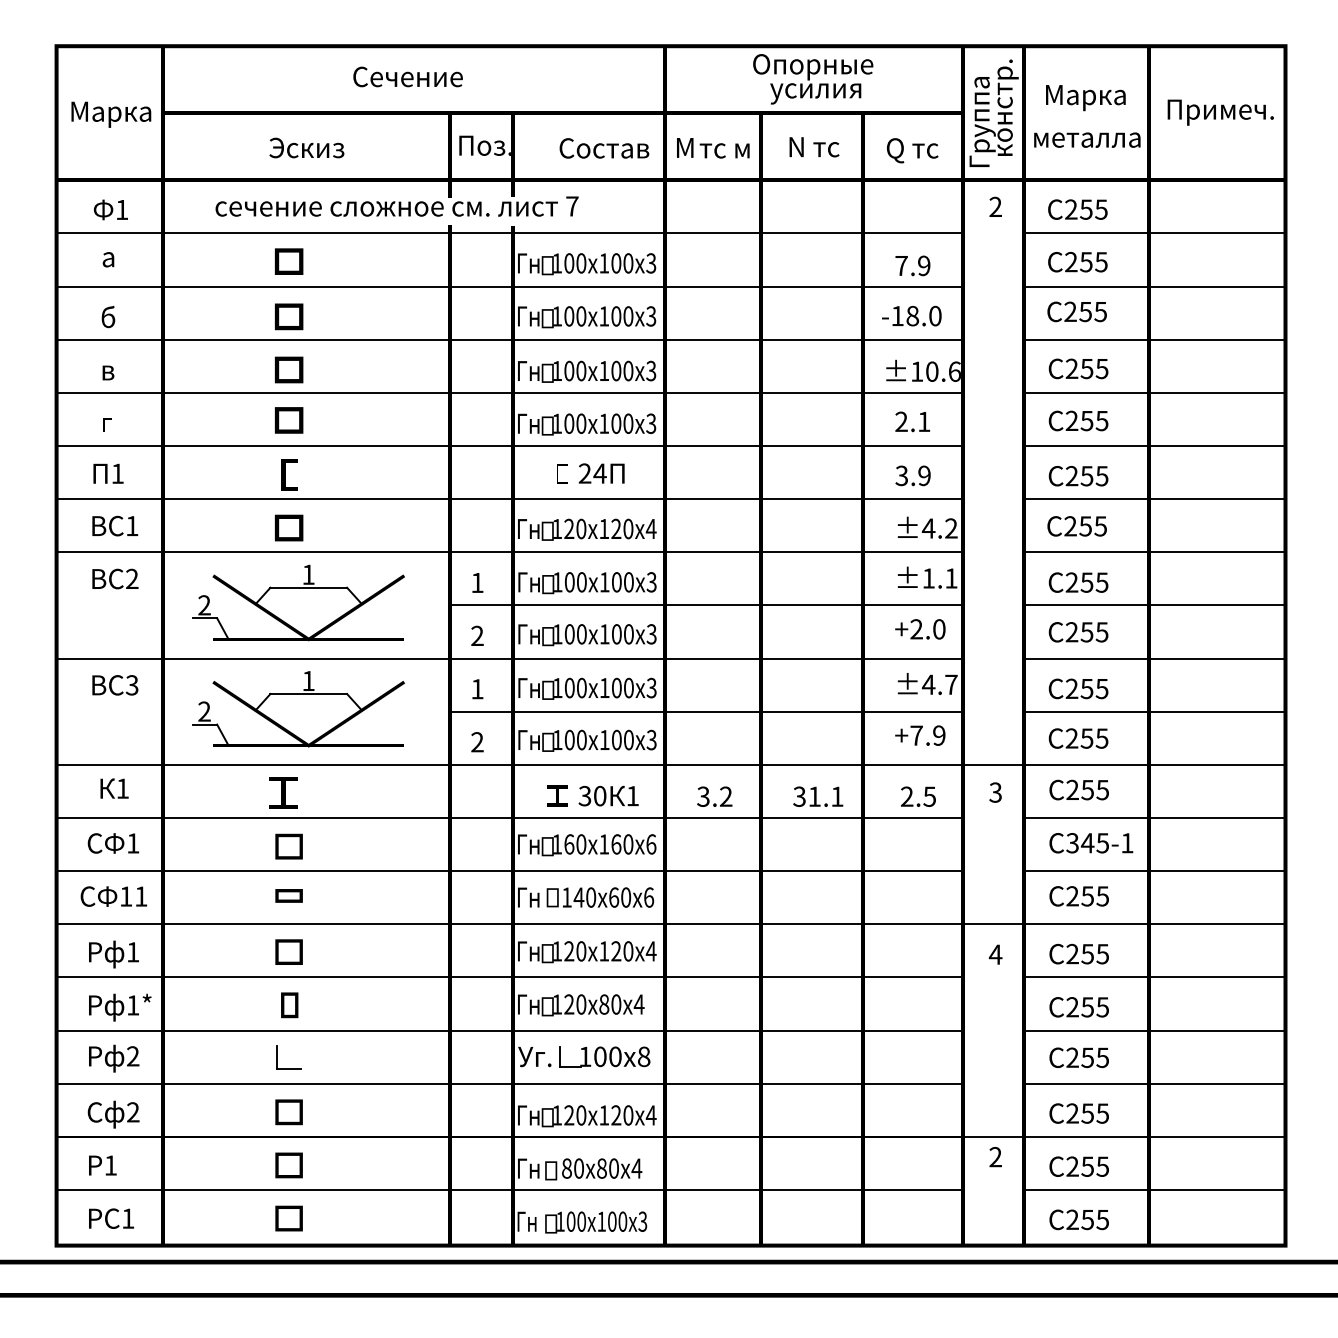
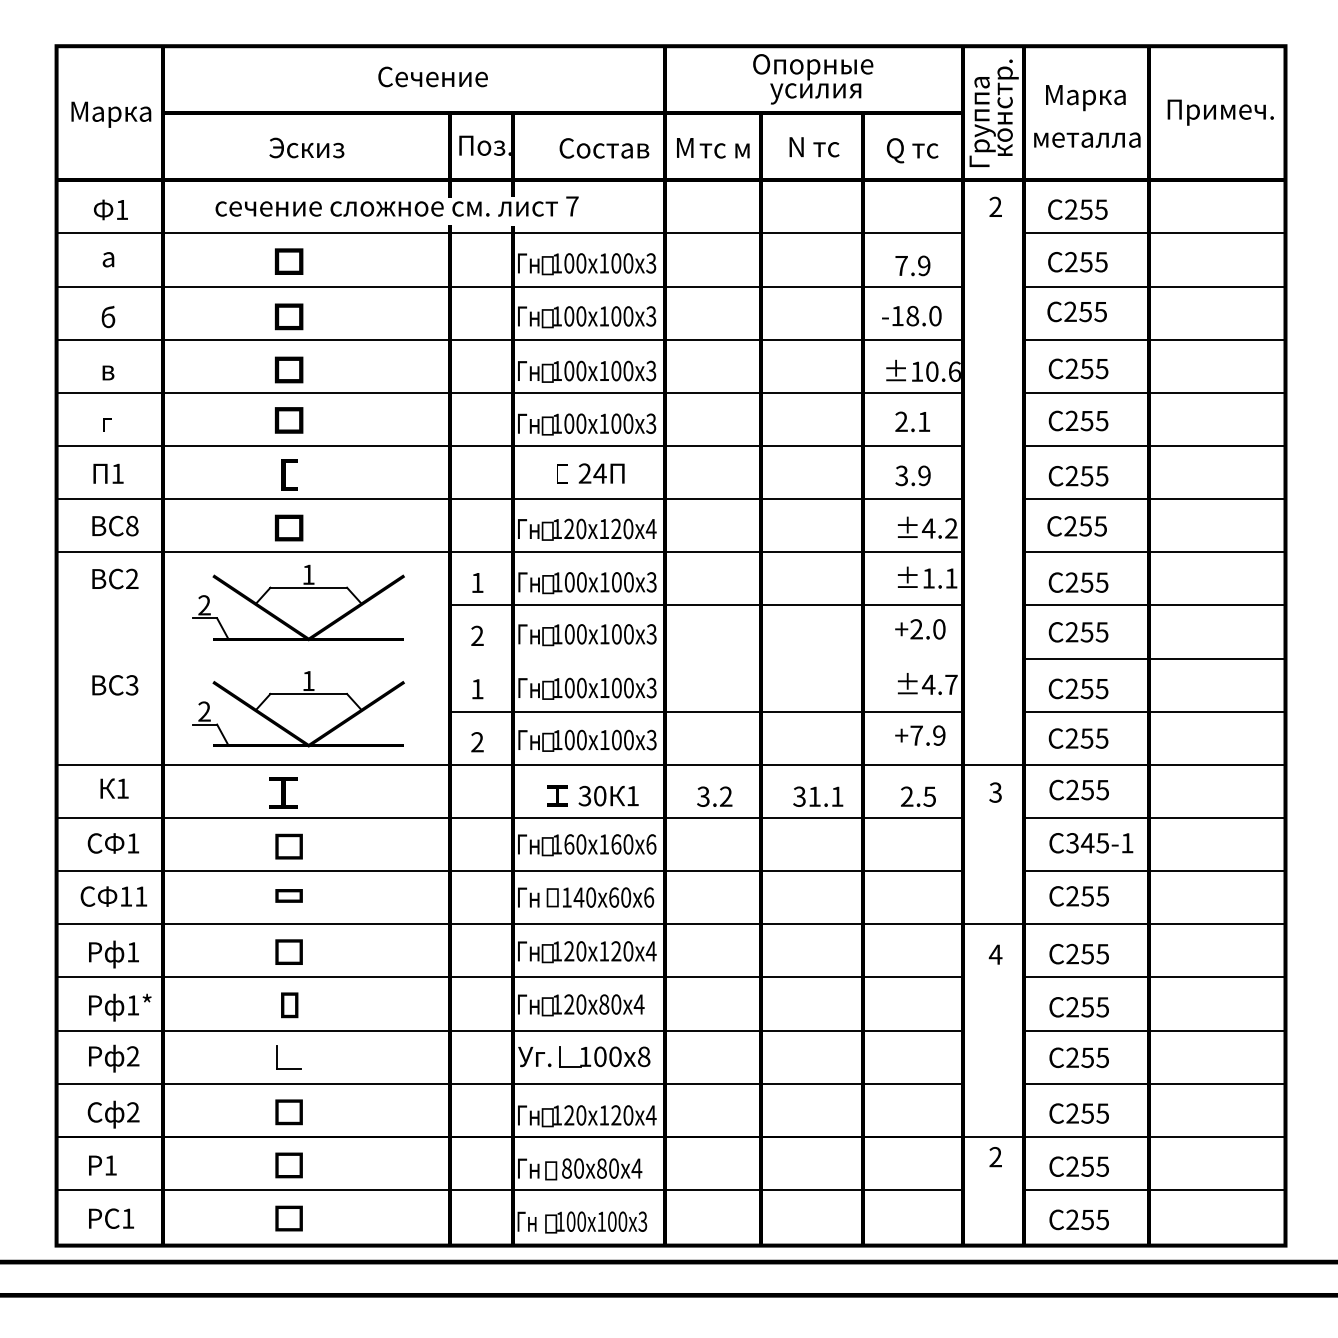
text at (407, 76) position: (407, 76) -> (432, 76)
text at (132, 525): 1 -> 8
line at (509, 658): present -> none
